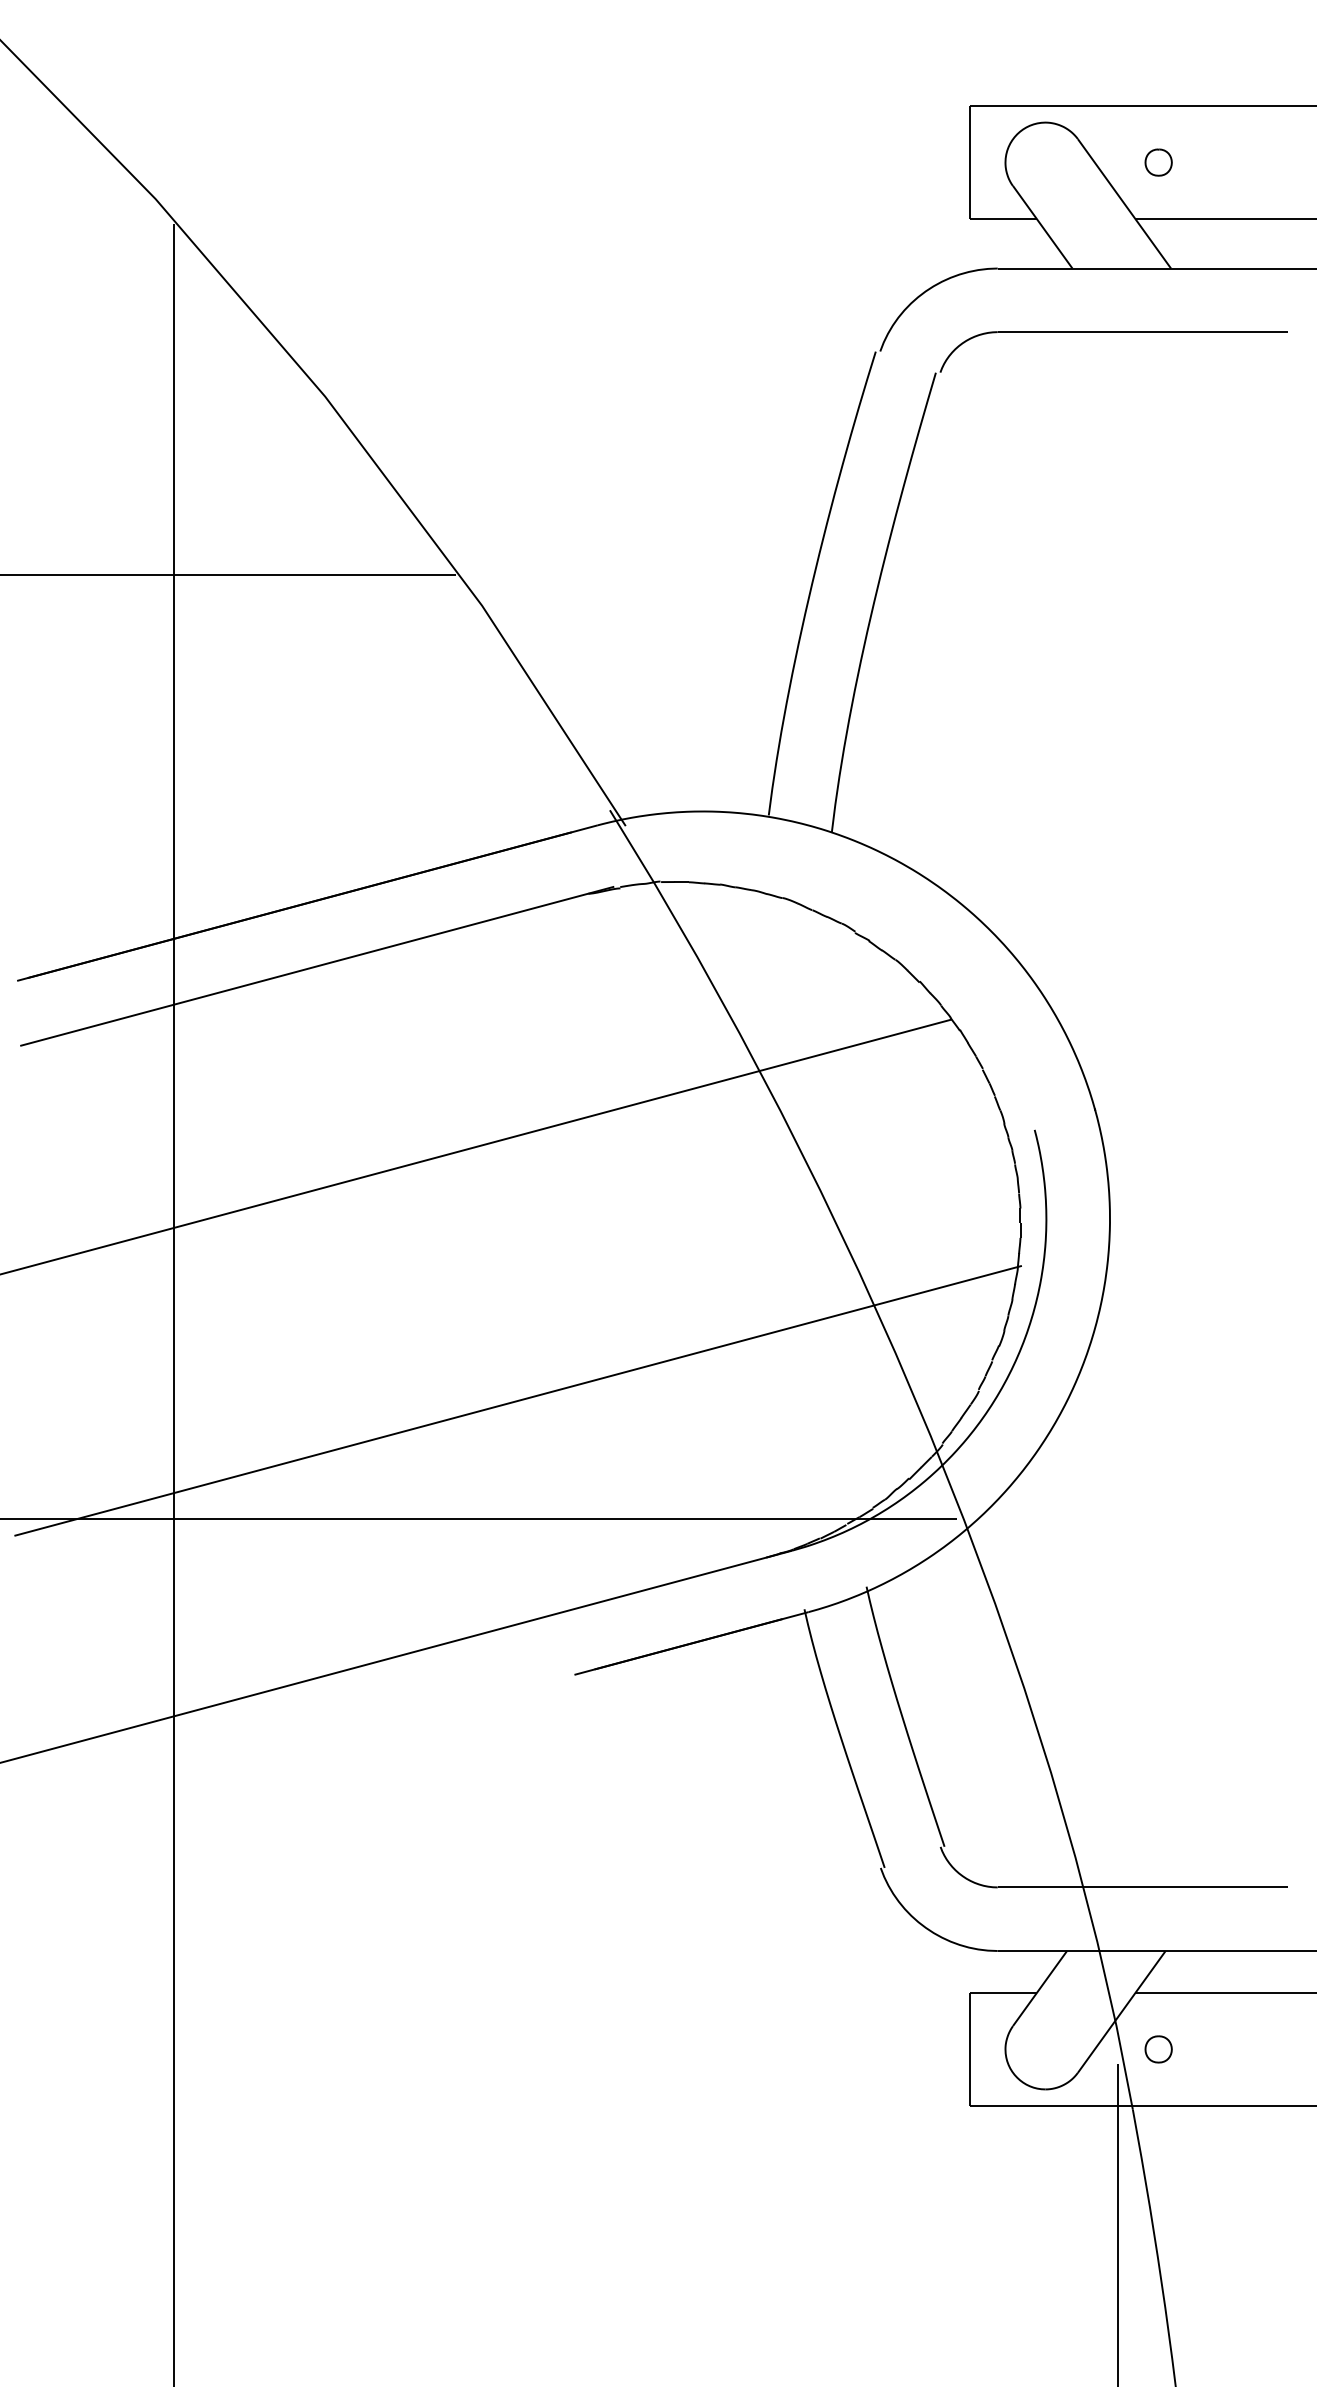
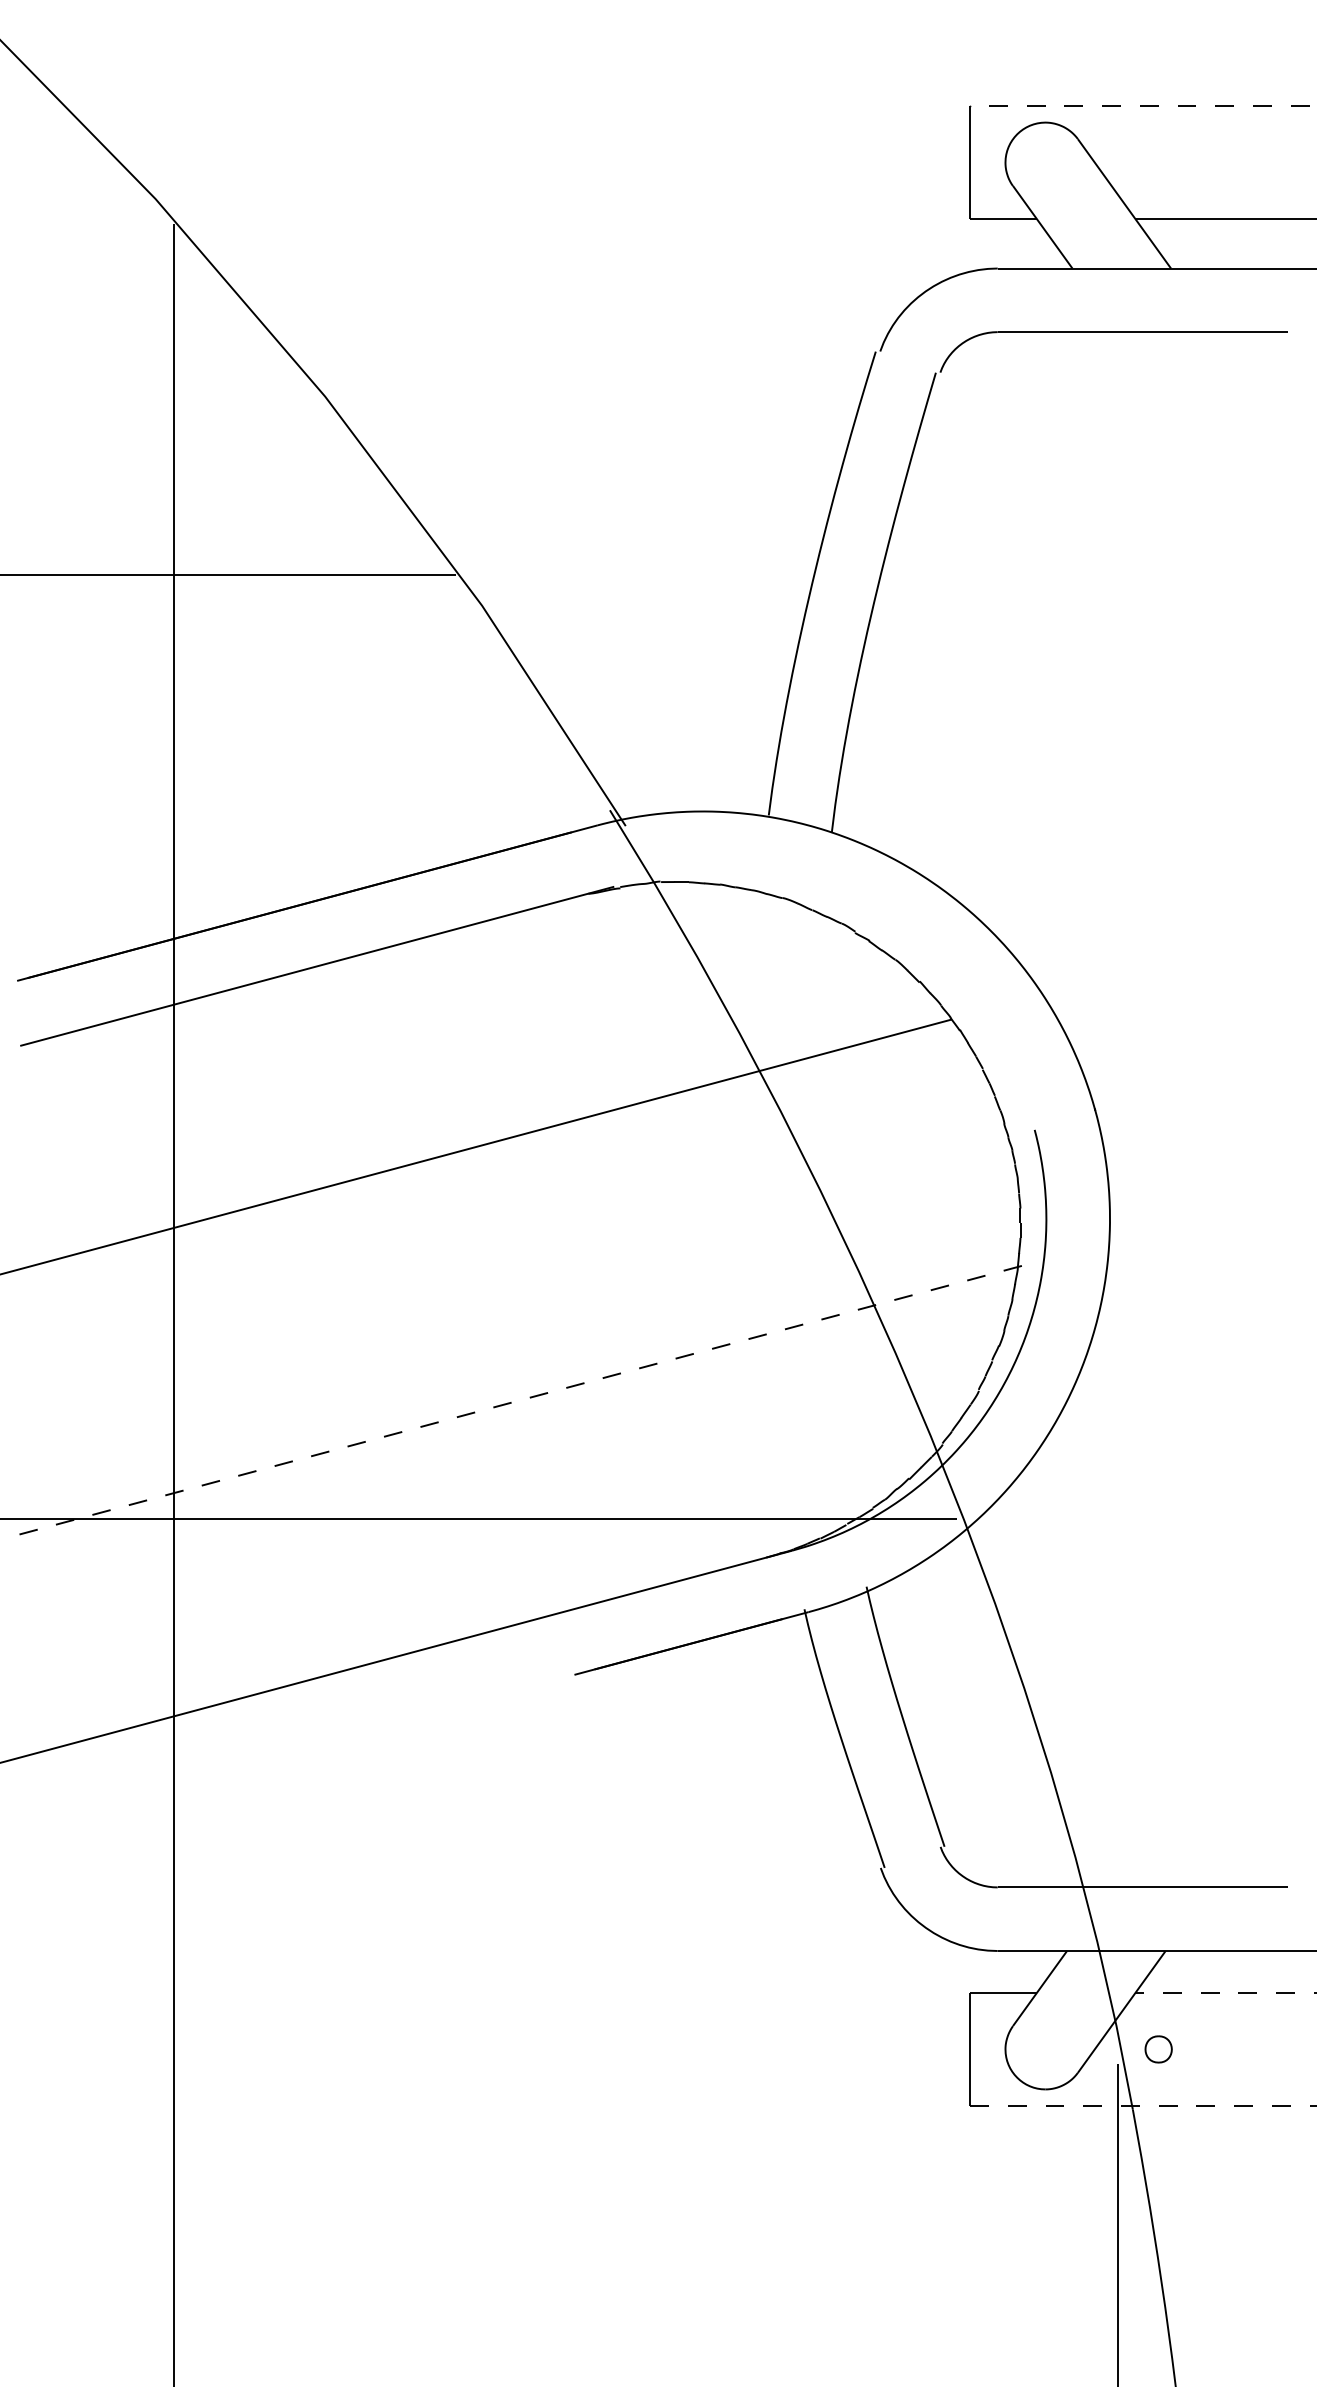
line at (1142, 105): solid -> dashed
part at (1158, 162): present -> none
line at (518, 1400): solid -> dashed
line at (1225, 1992): solid -> dashed
line at (1143, 2106): solid -> dashed
